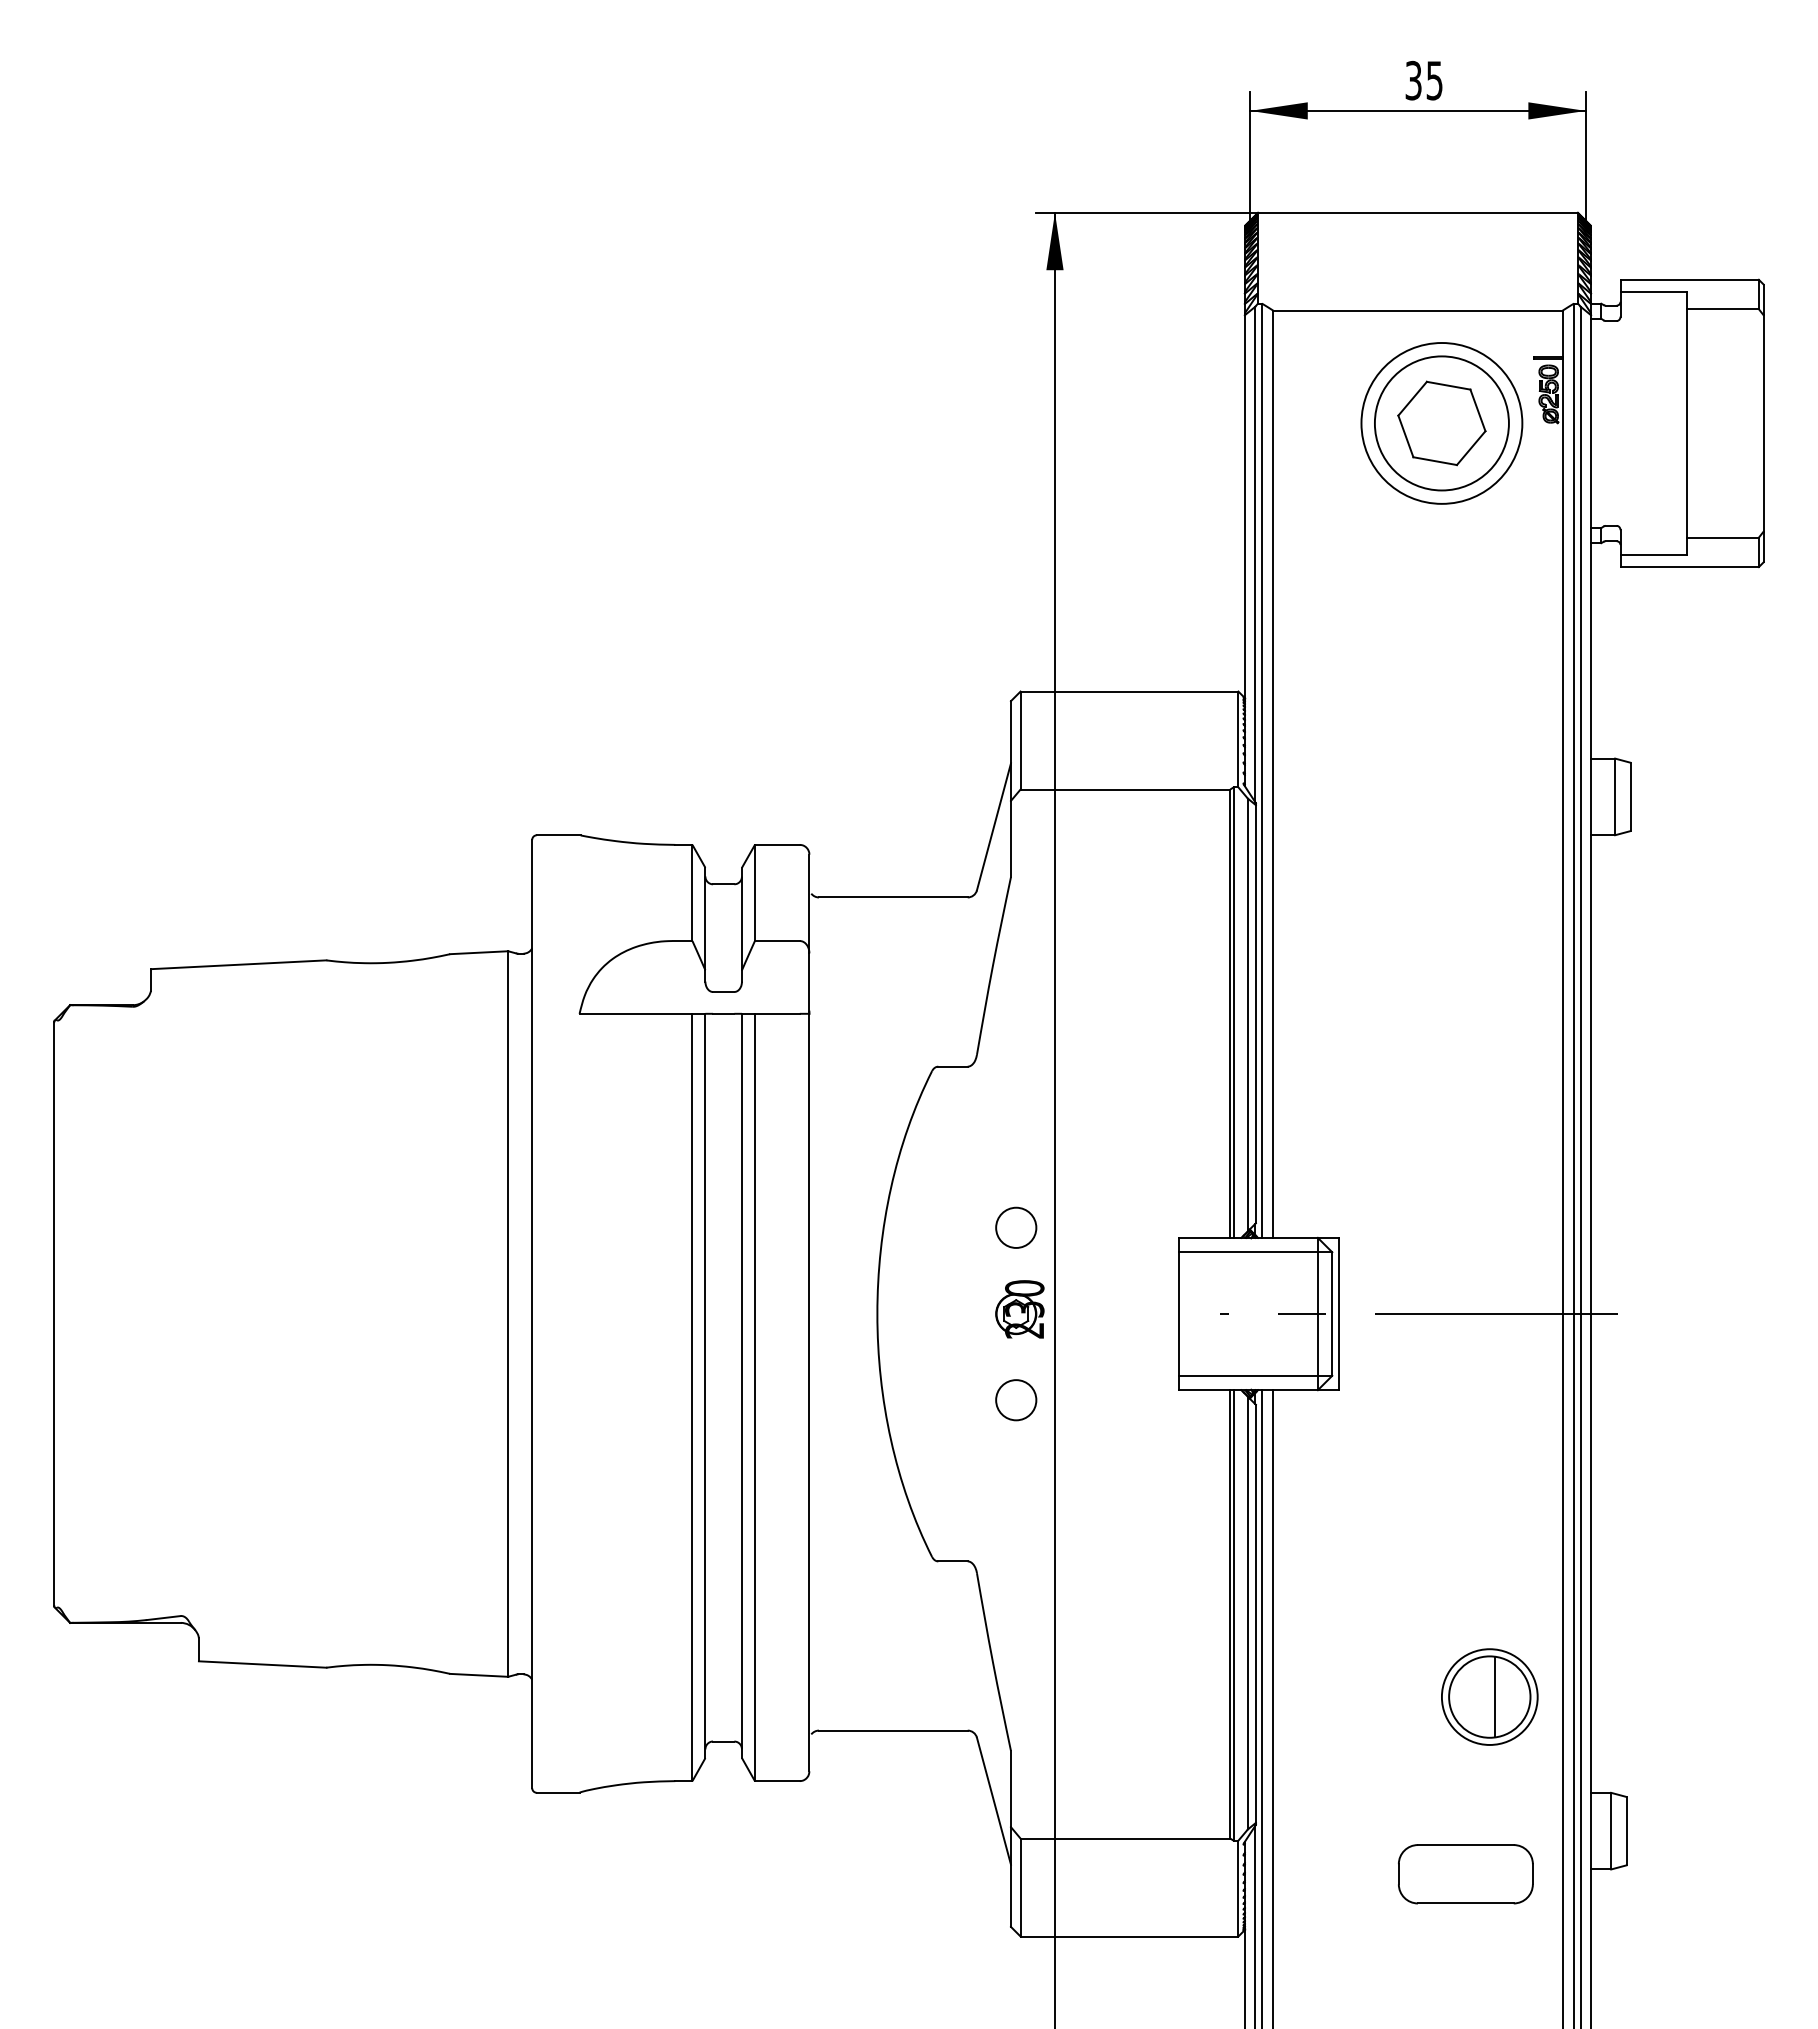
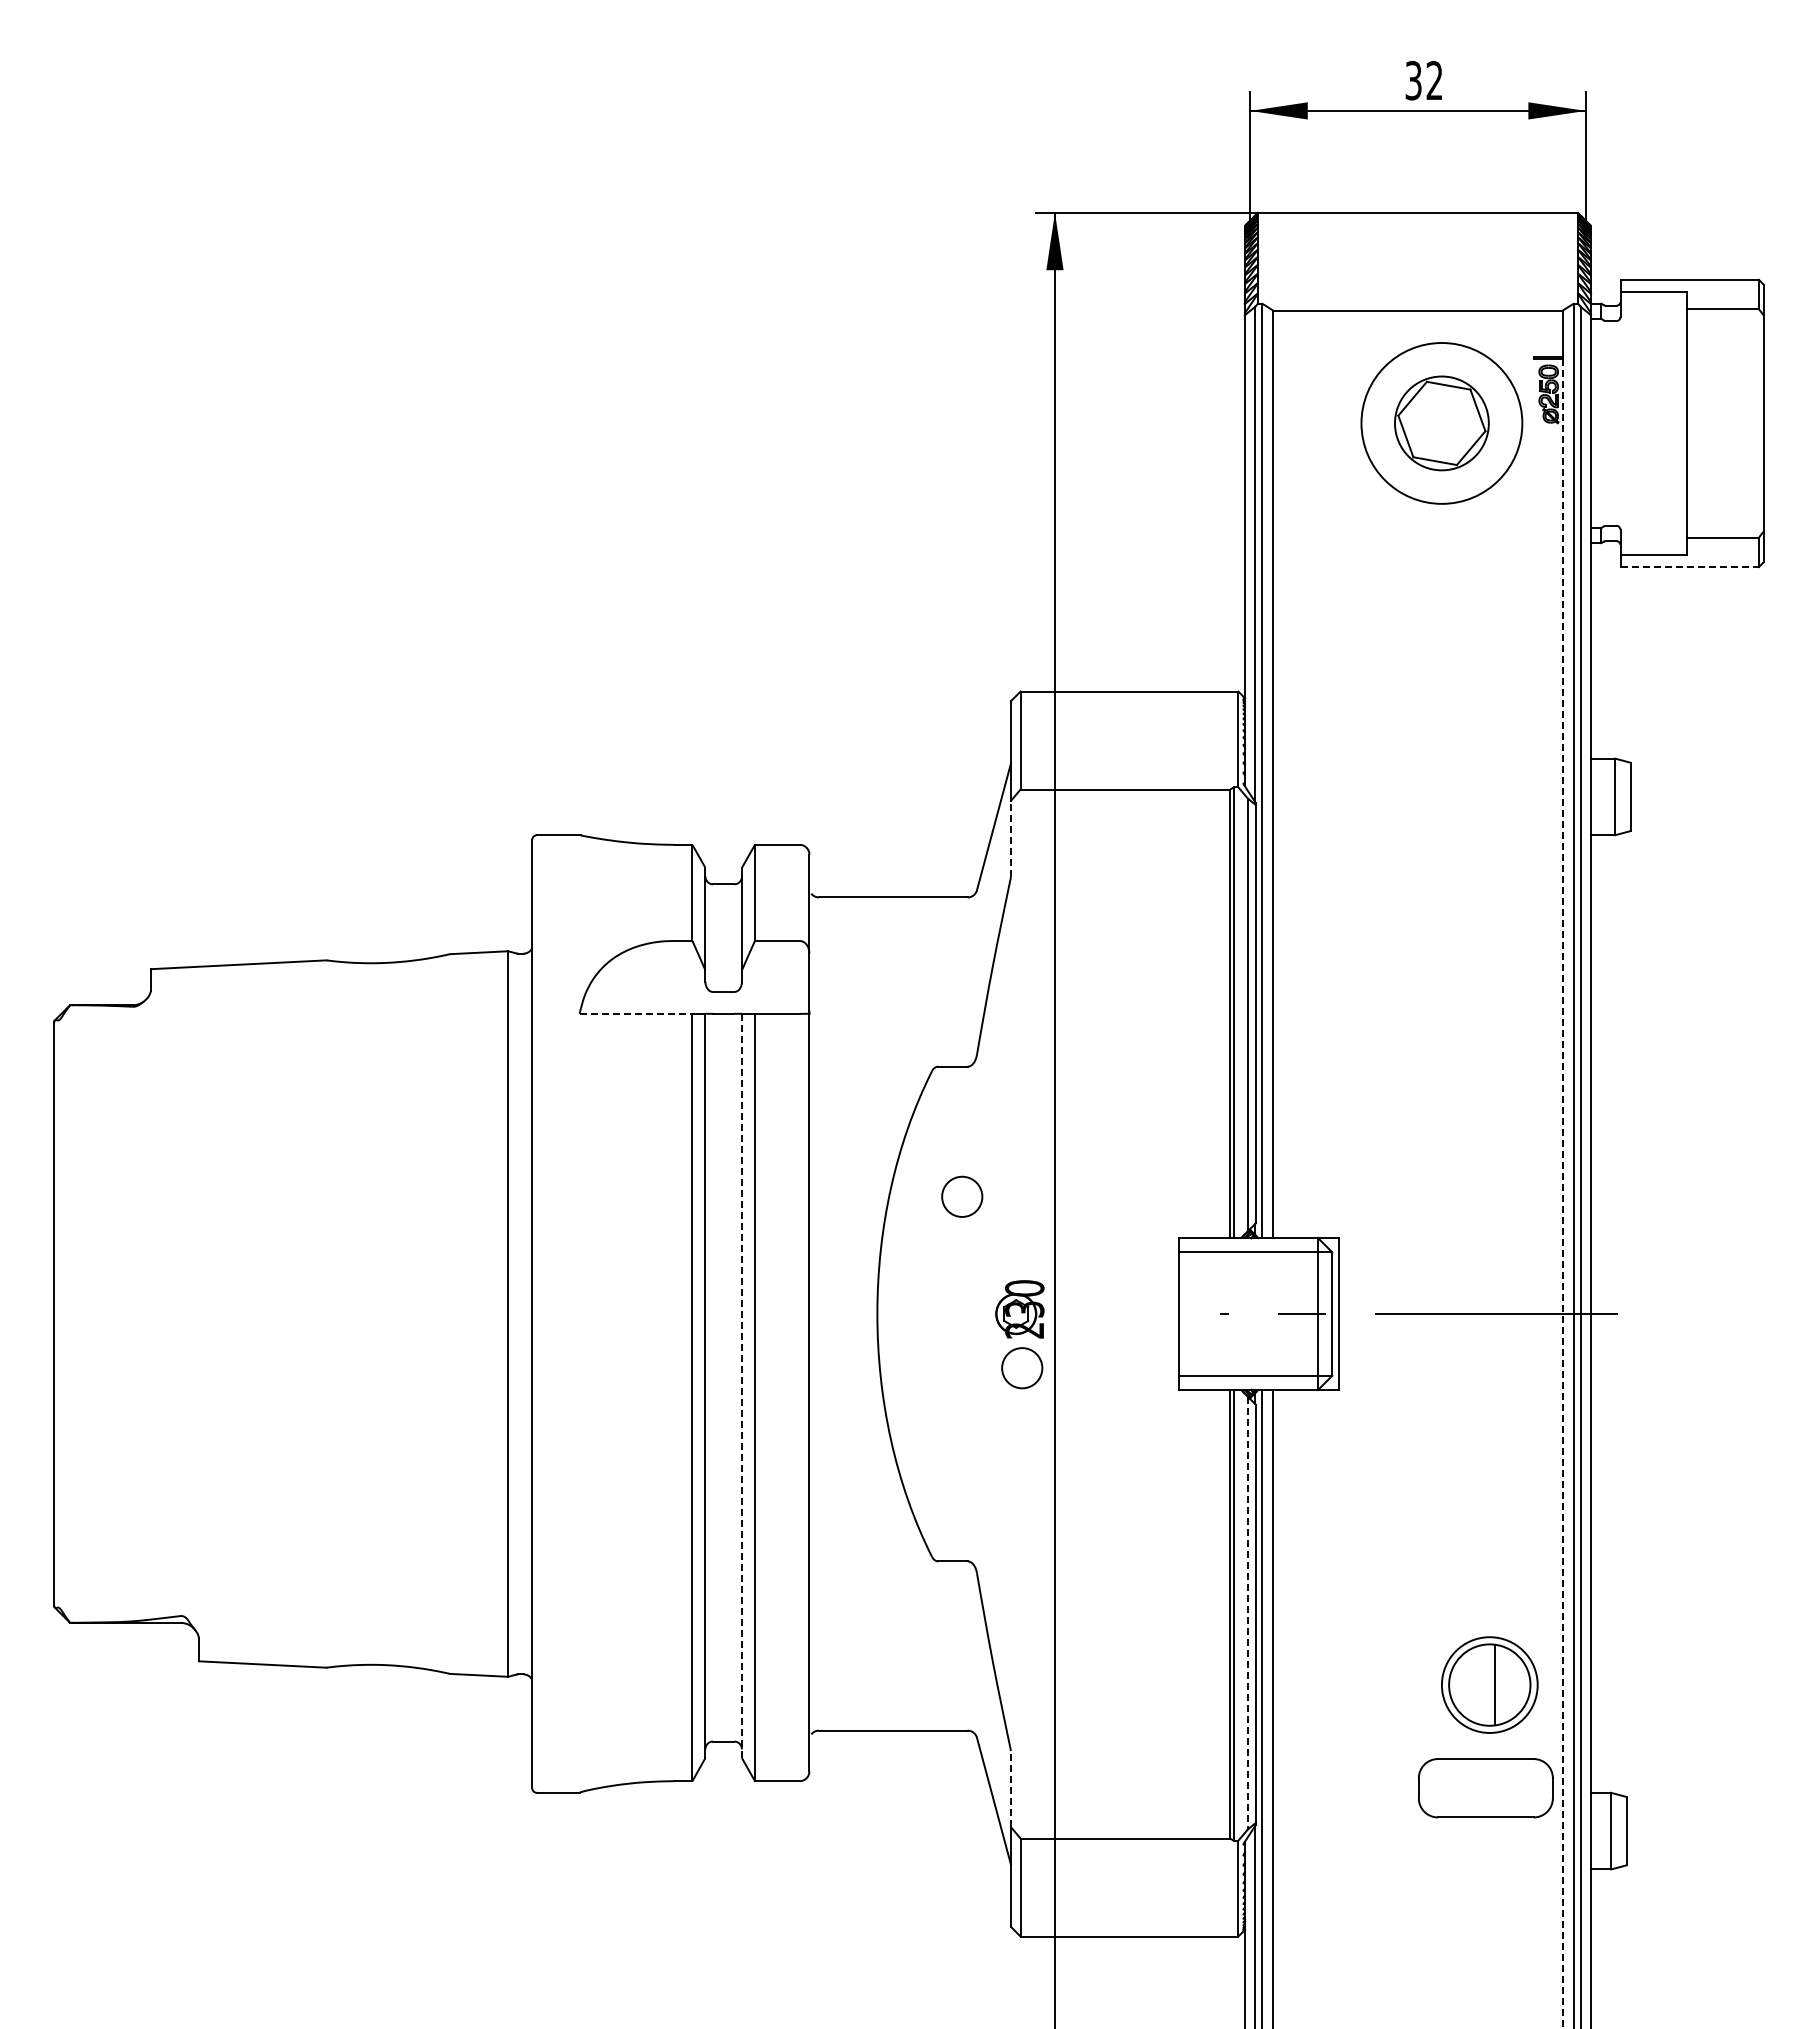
text at (1434, 80): 35 -> 32
circle at (1441, 423) diameter: 134 px -> 94 px
line at (1690, 567): solid -> dashed
line at (1010, 838): solid -> dashed
line at (636, 1013): solid -> dashed
line at (1562, 1193): solid -> dashed
circle at (1016, 1227) position: (1016, 1227) -> (962, 1196)
line at (741, 1385): solid -> dashed
circle at (1016, 1400) position: (1016, 1400) -> (1022, 1368)
line at (1247, 1613): solid -> dashed
part at (1489, 1696) position: (1489, 1696) -> (1489, 1684)
line at (1010, 1788): solid -> dashed
part at (1465, 1874) position: (1465, 1874) -> (1485, 1788)
